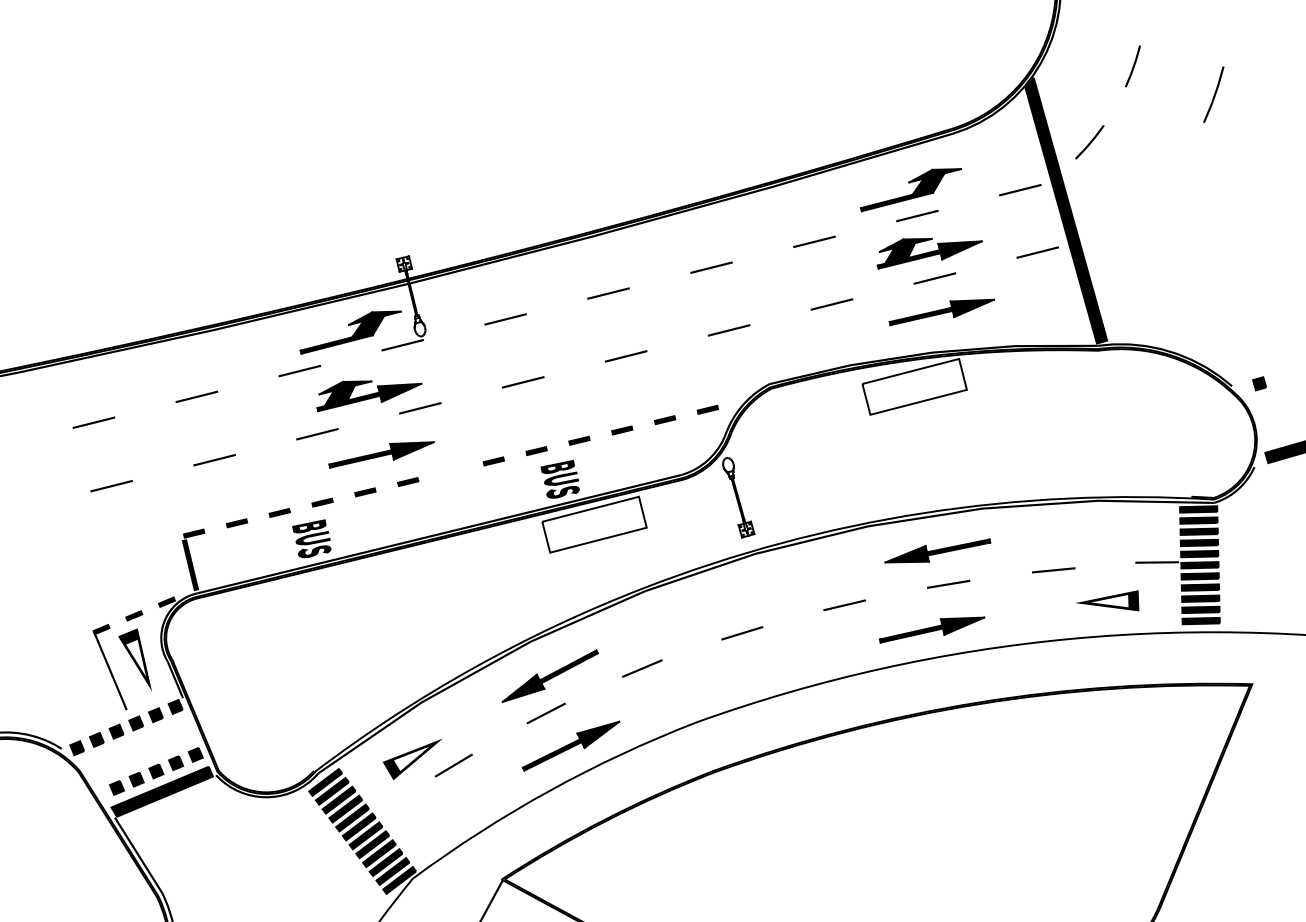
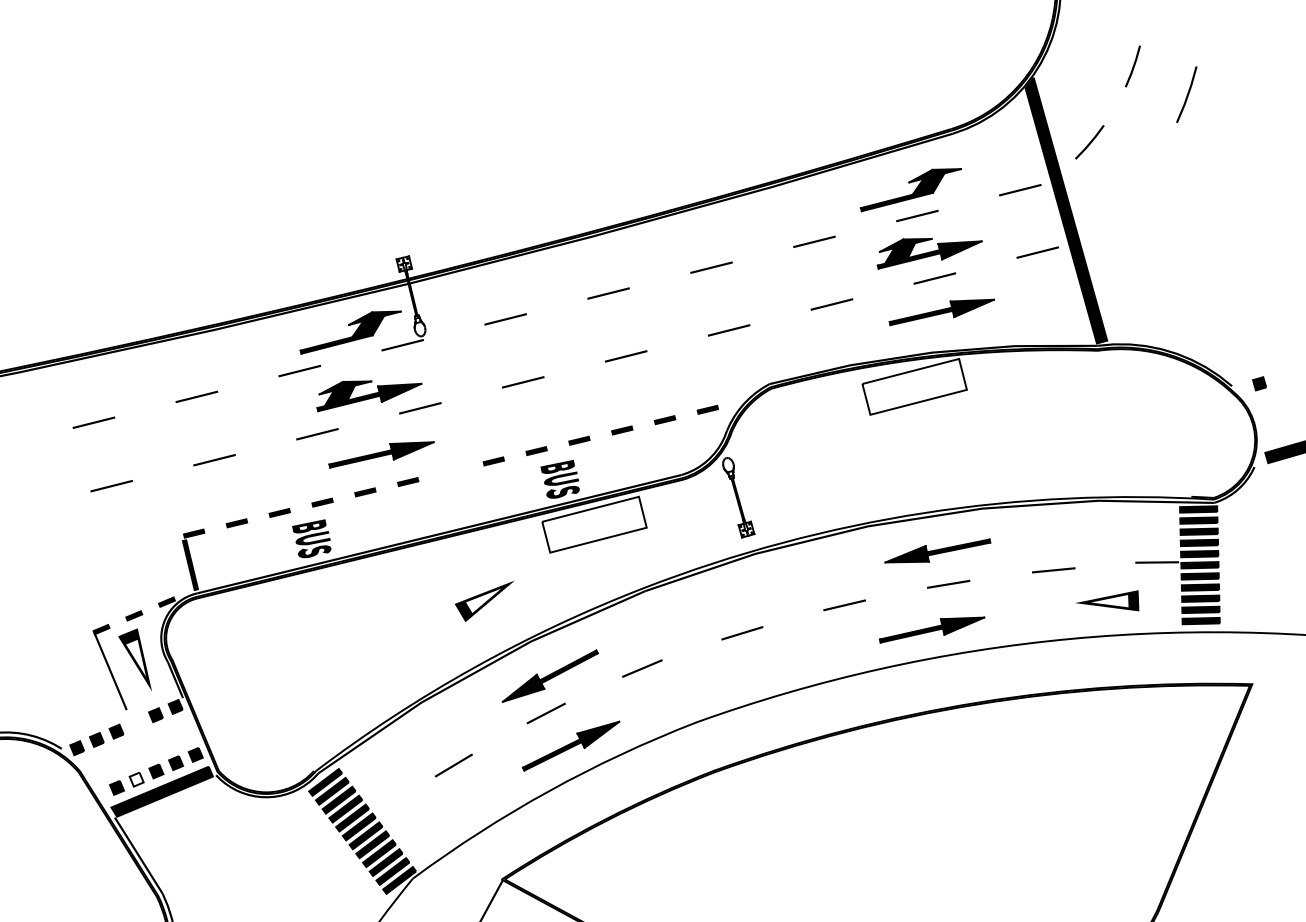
curve at (1214, 94) position: (1214, 94) -> (1187, 94)
part at (135, 723): present -> none
part at (412, 758) position: (412, 758) -> (484, 600)
fill at (136, 779): present -> none
